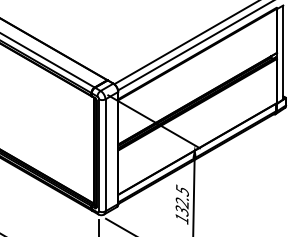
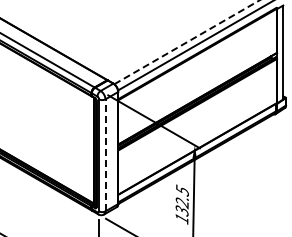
line at (186, 42): solid -> dashed
line at (105, 154): solid -> dashed
